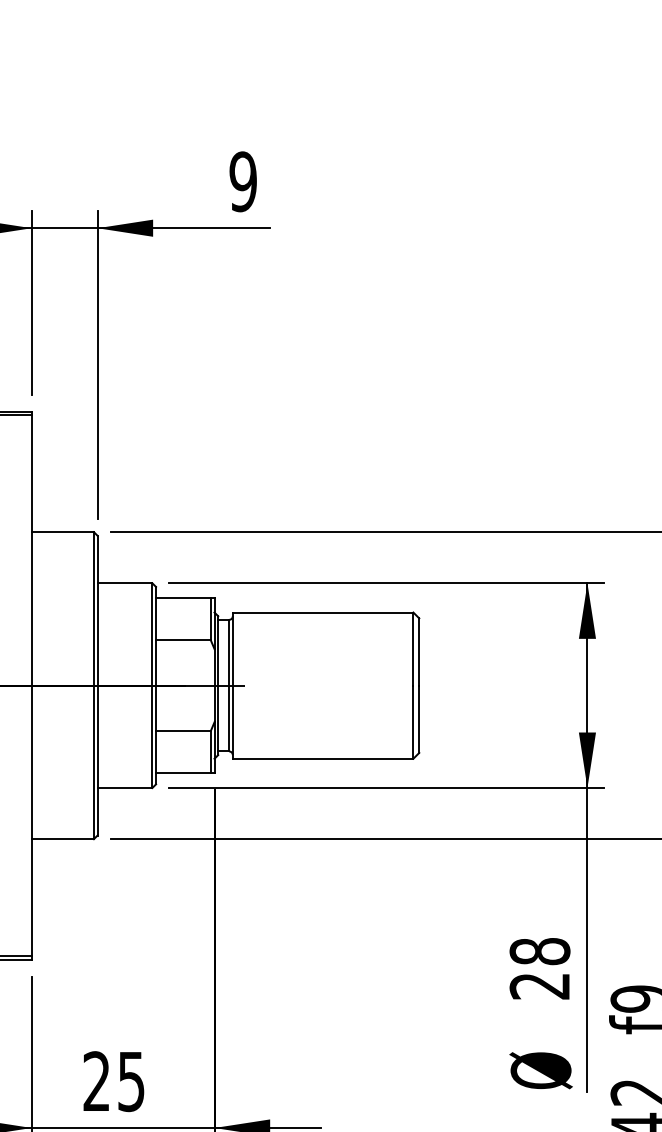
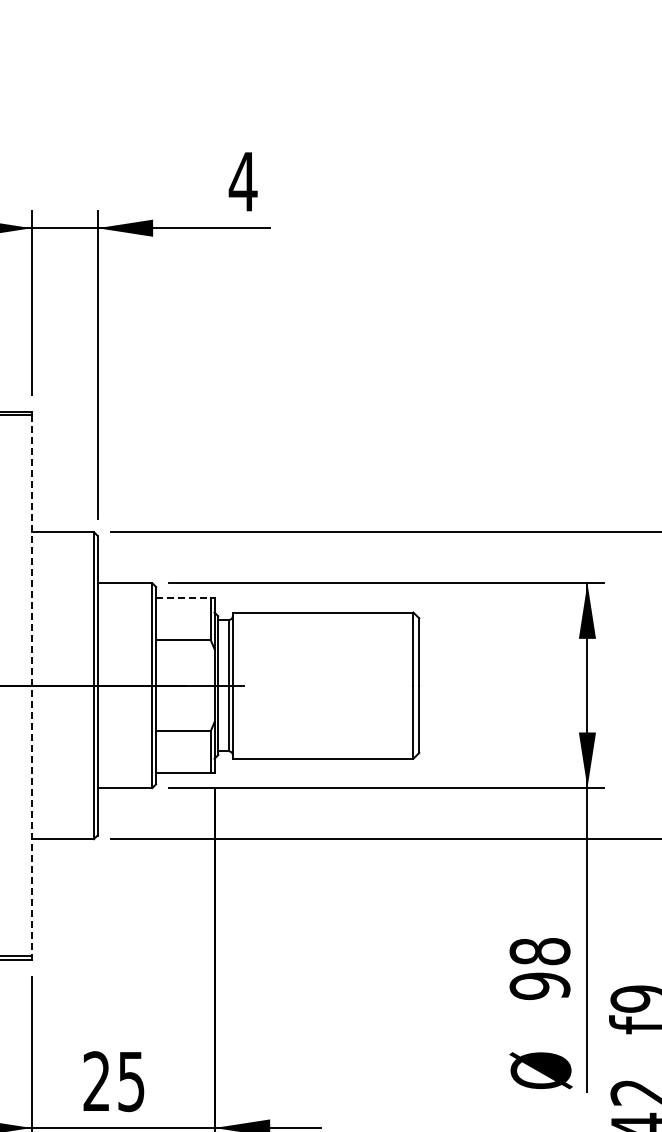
text at (242, 181): 9 -> 4
line at (183, 597): solid -> dashed
line at (31, 686): solid -> dashed
text at (539, 986): 28 -> 98
